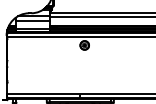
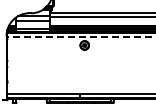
line at (81, 37): solid -> dashed
